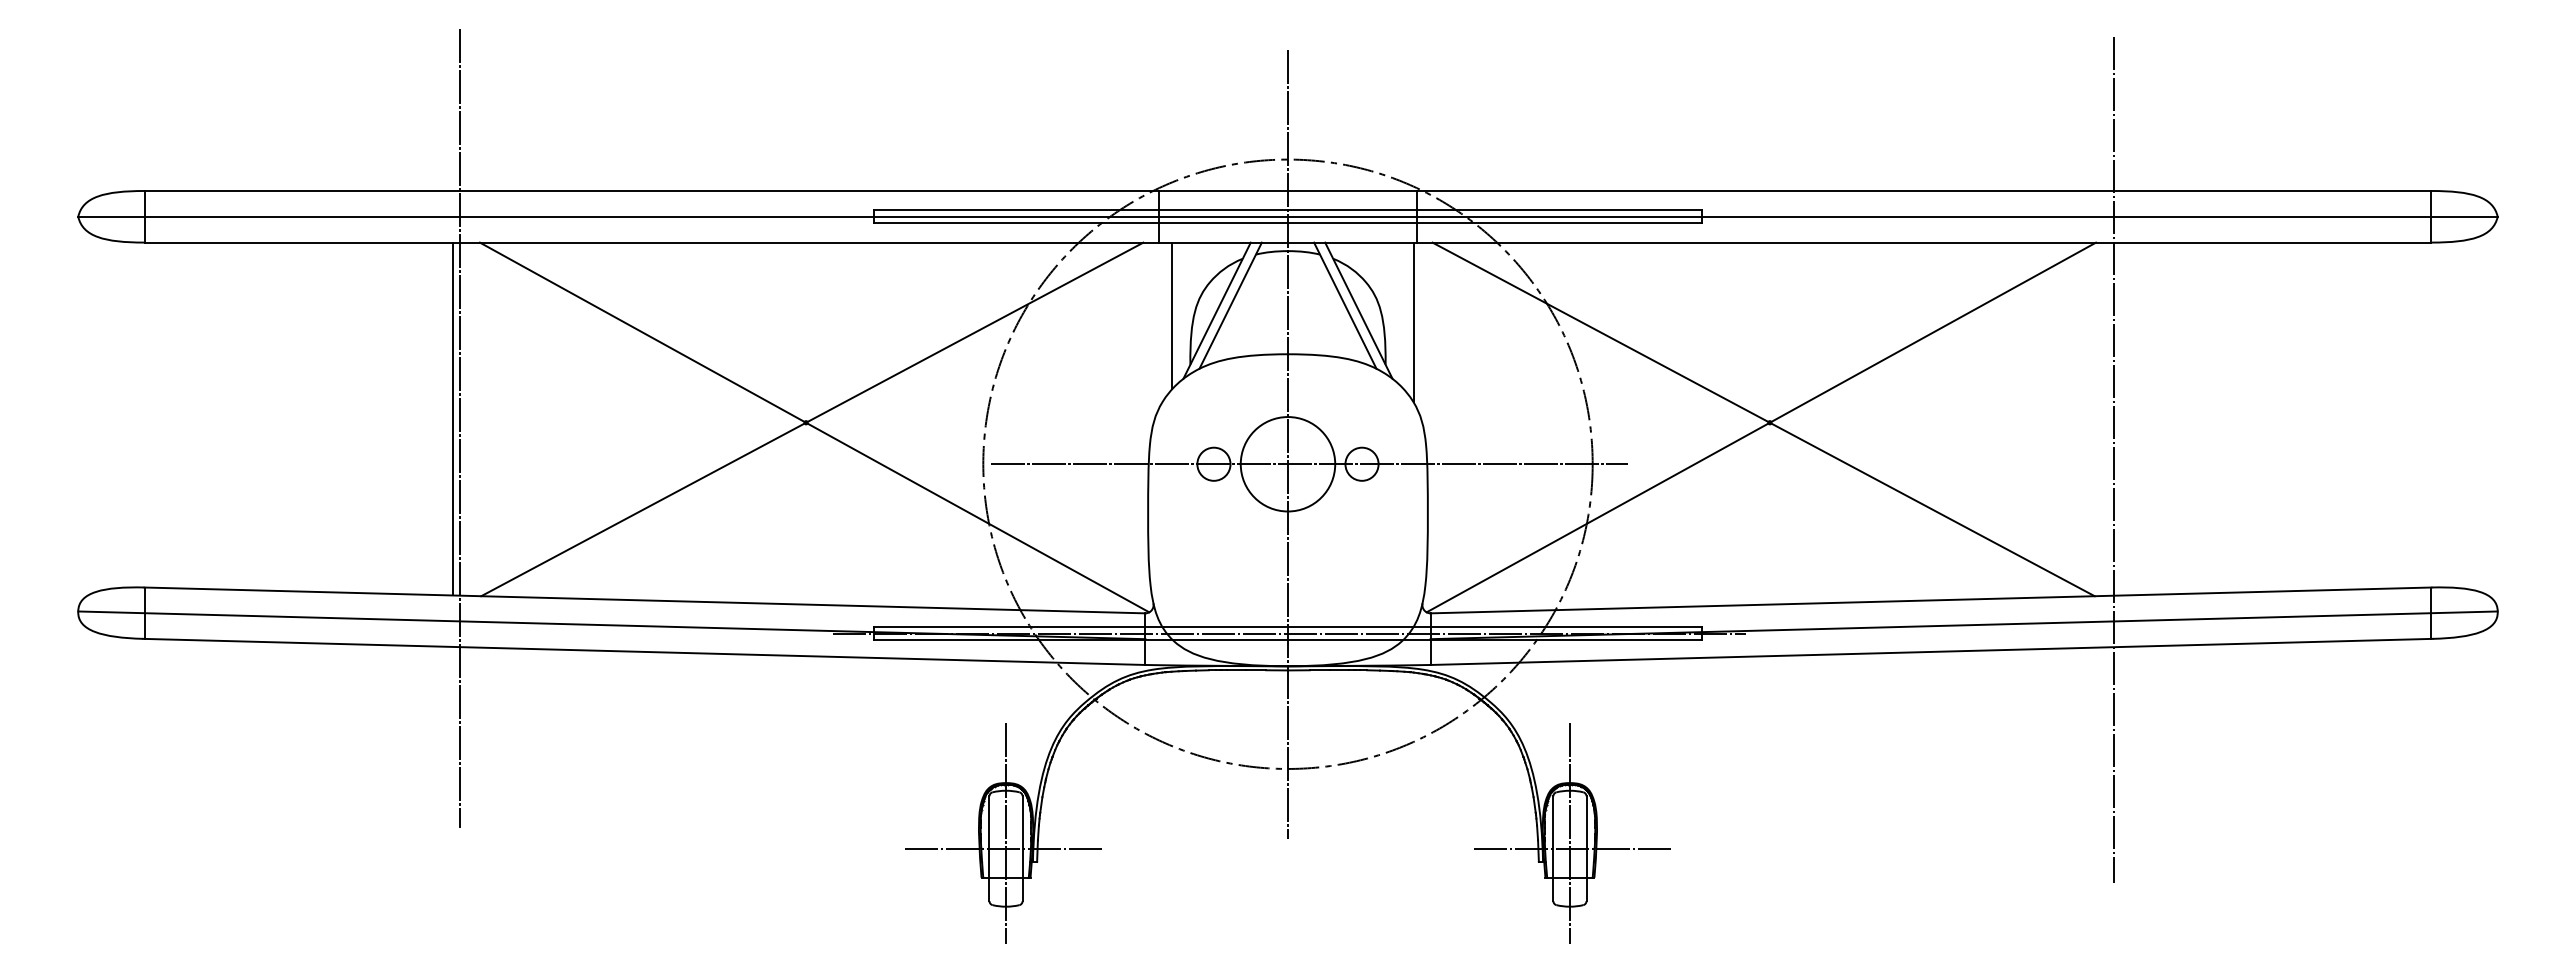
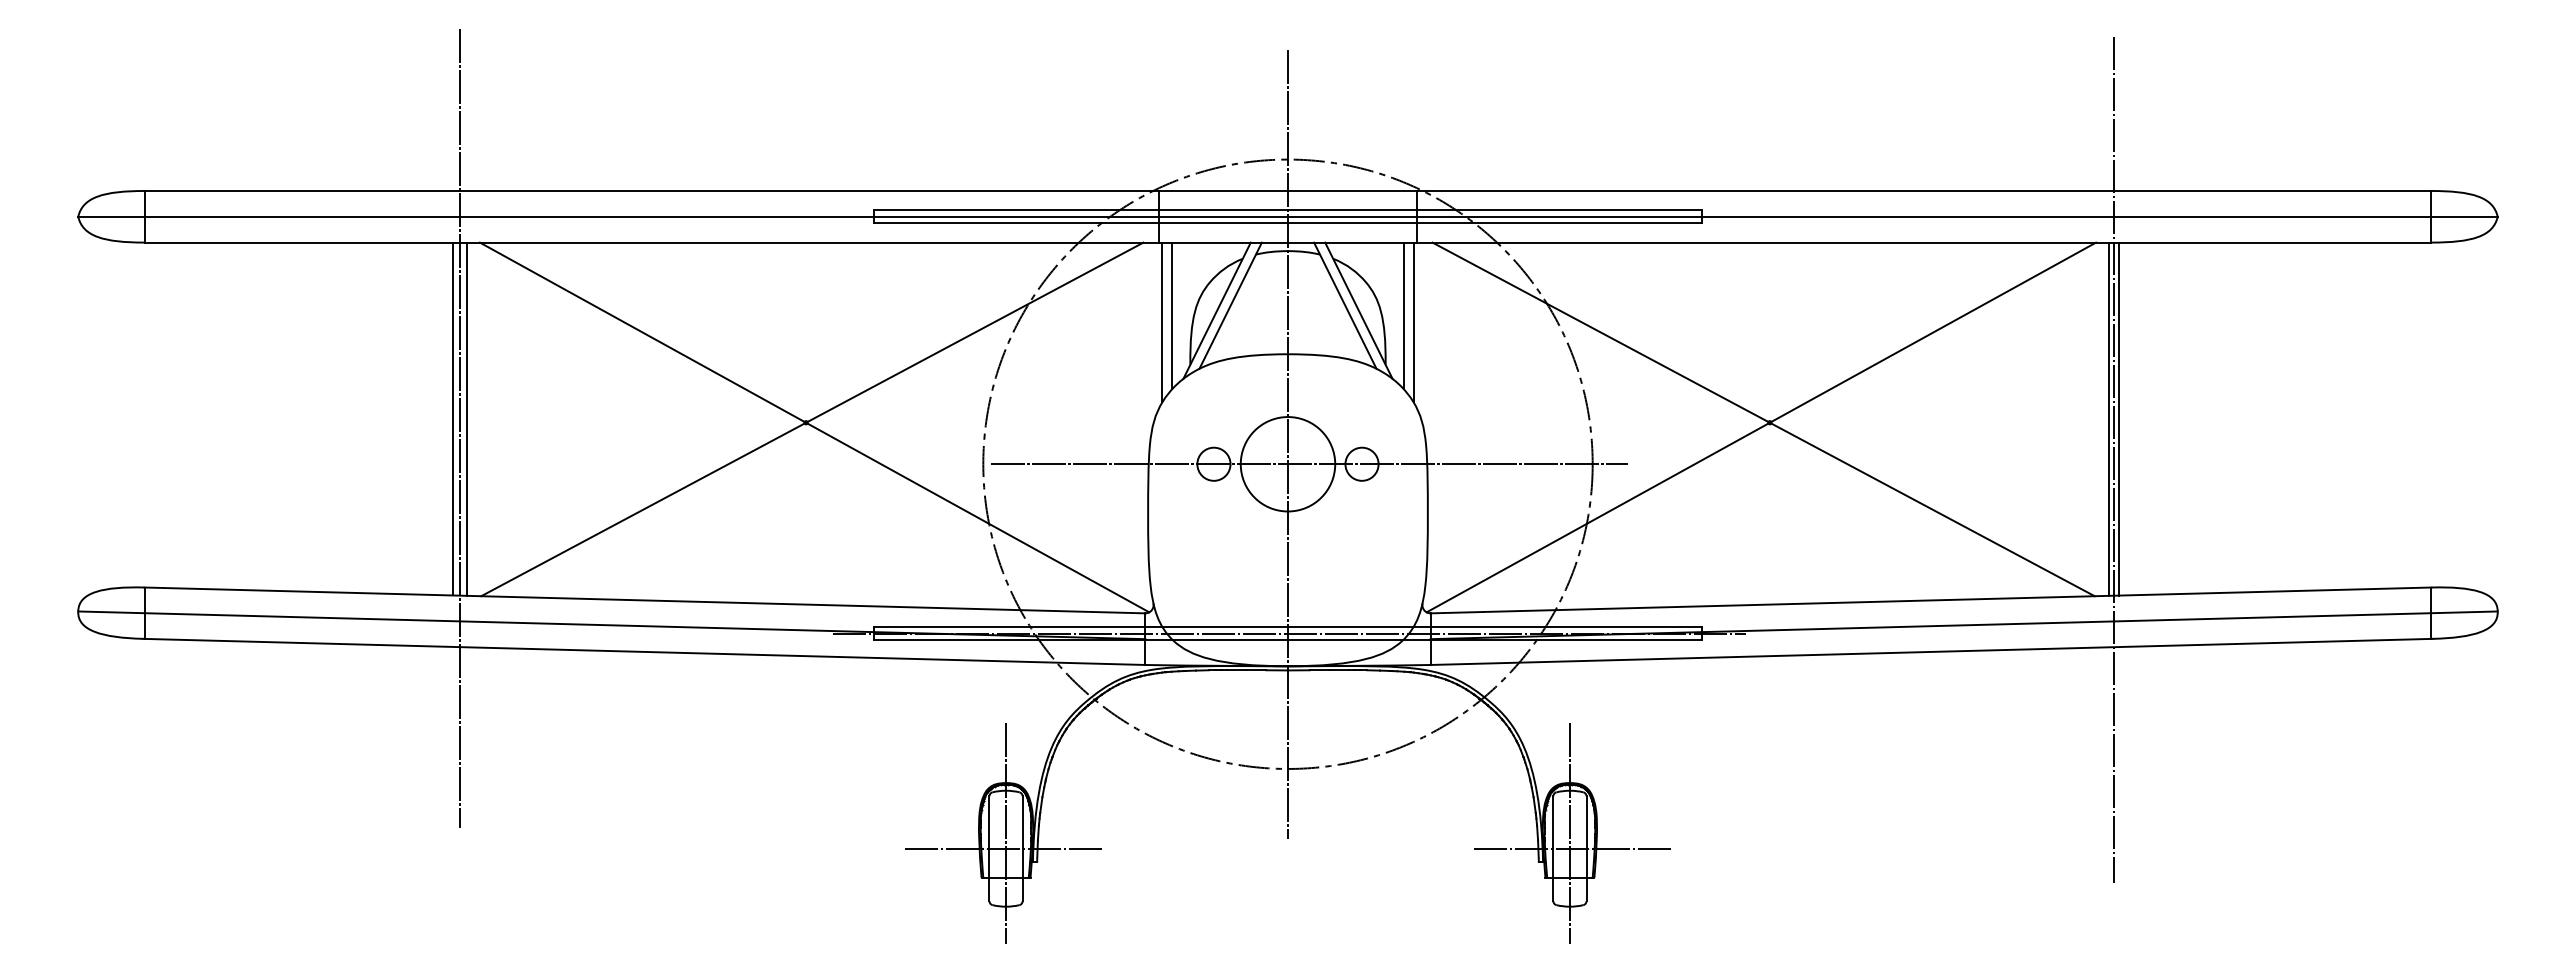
line at (1403, 315): none -> present
line at (1162, 322): none -> present
line at (466, 418): none -> present
line at (2108, 418): none -> present
line at (2118, 418): none -> present
